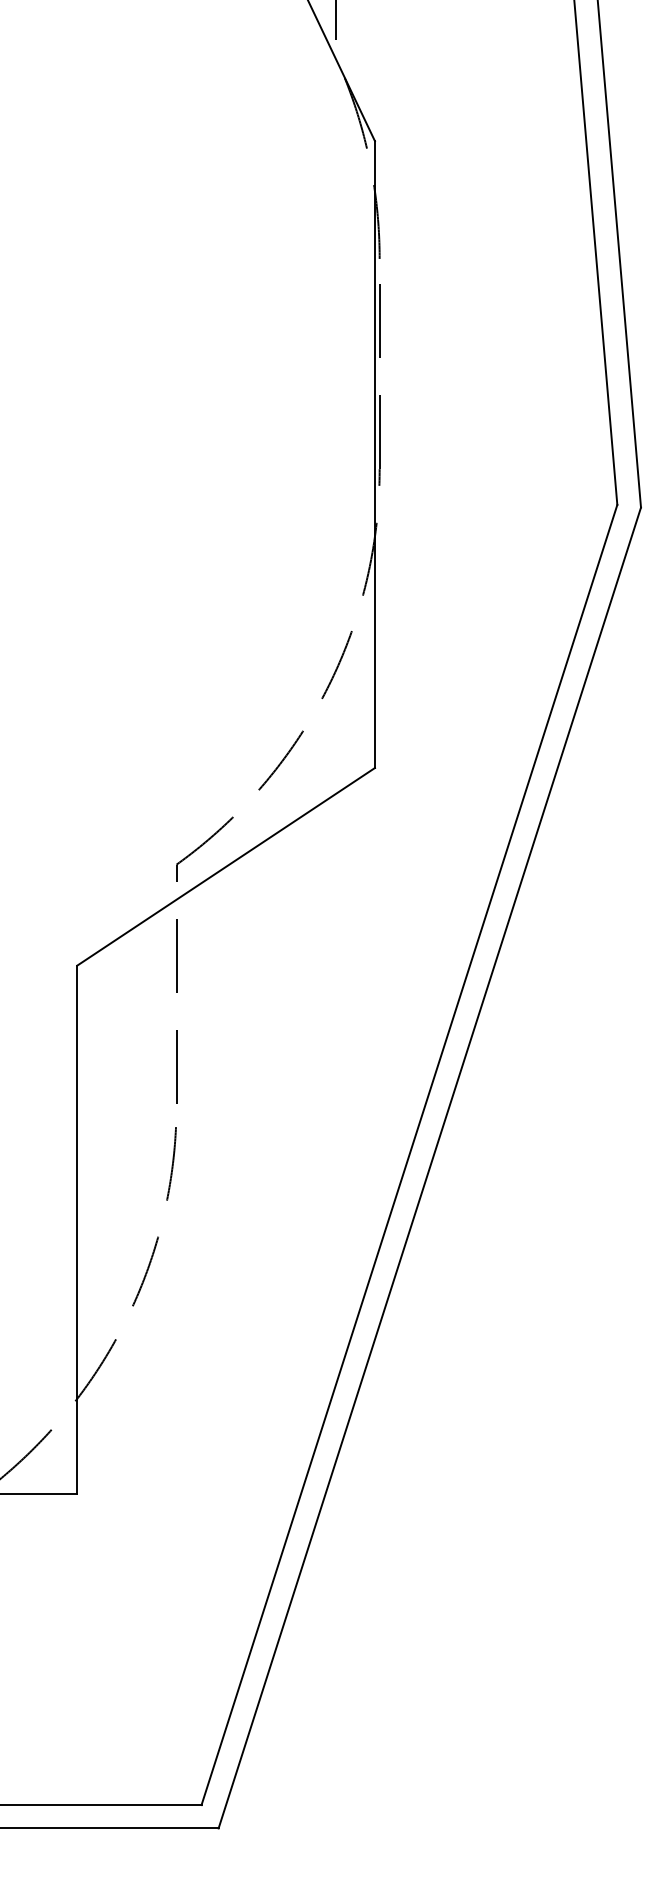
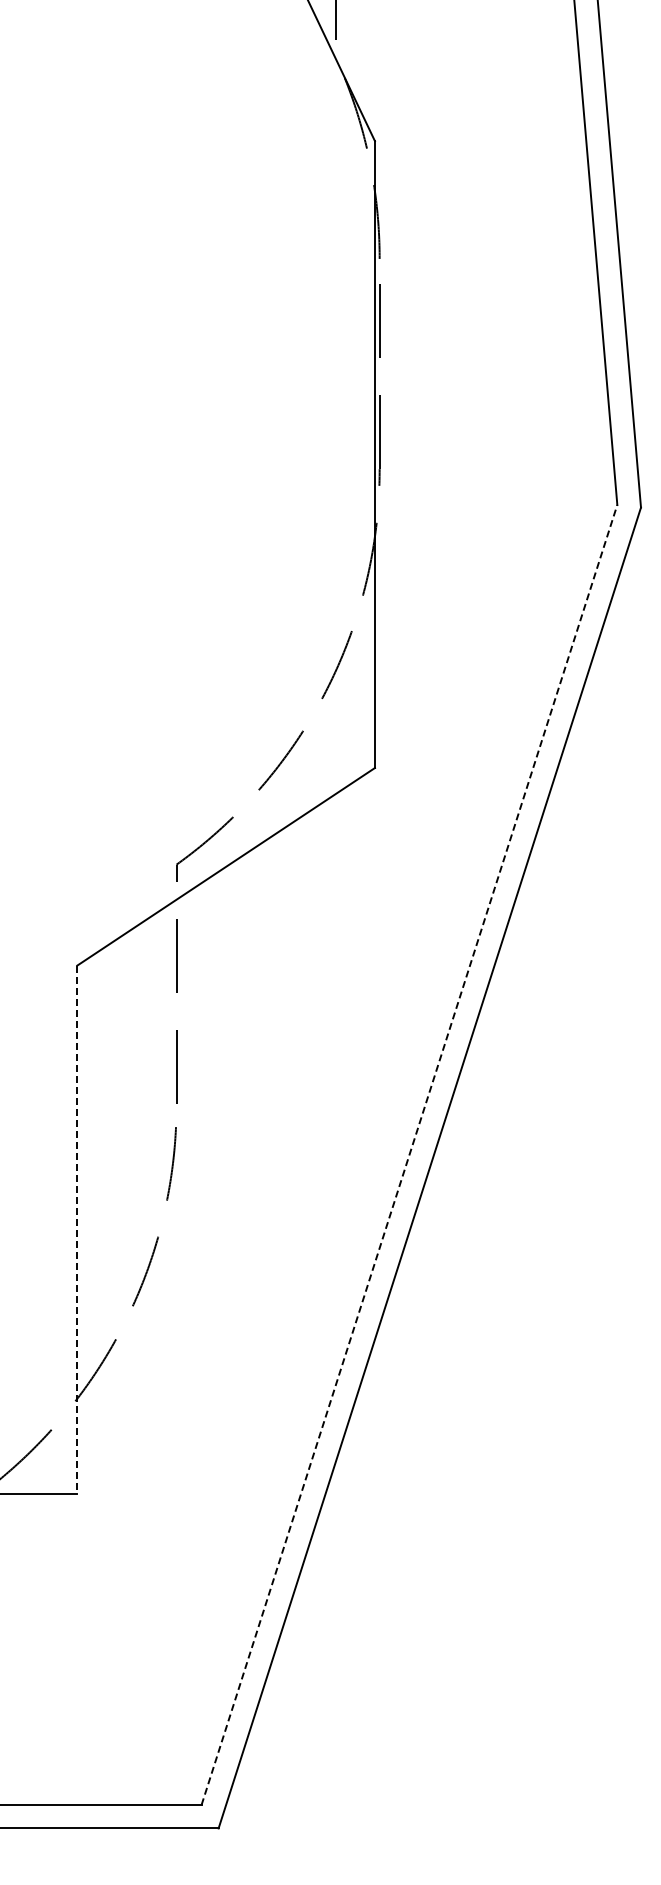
line at (409, 1155): solid -> dashed
line at (77, 1229): solid -> dashed
